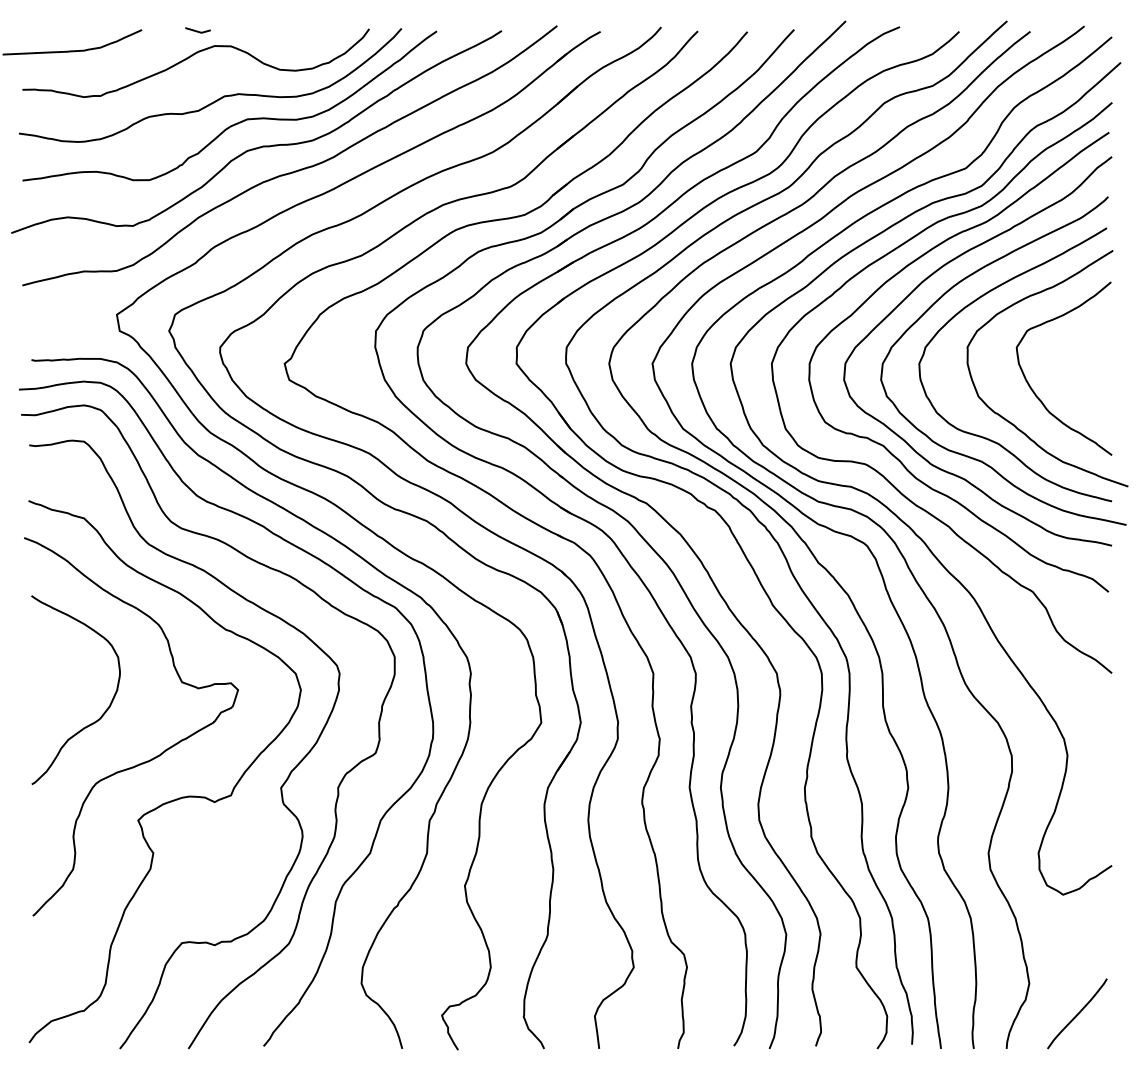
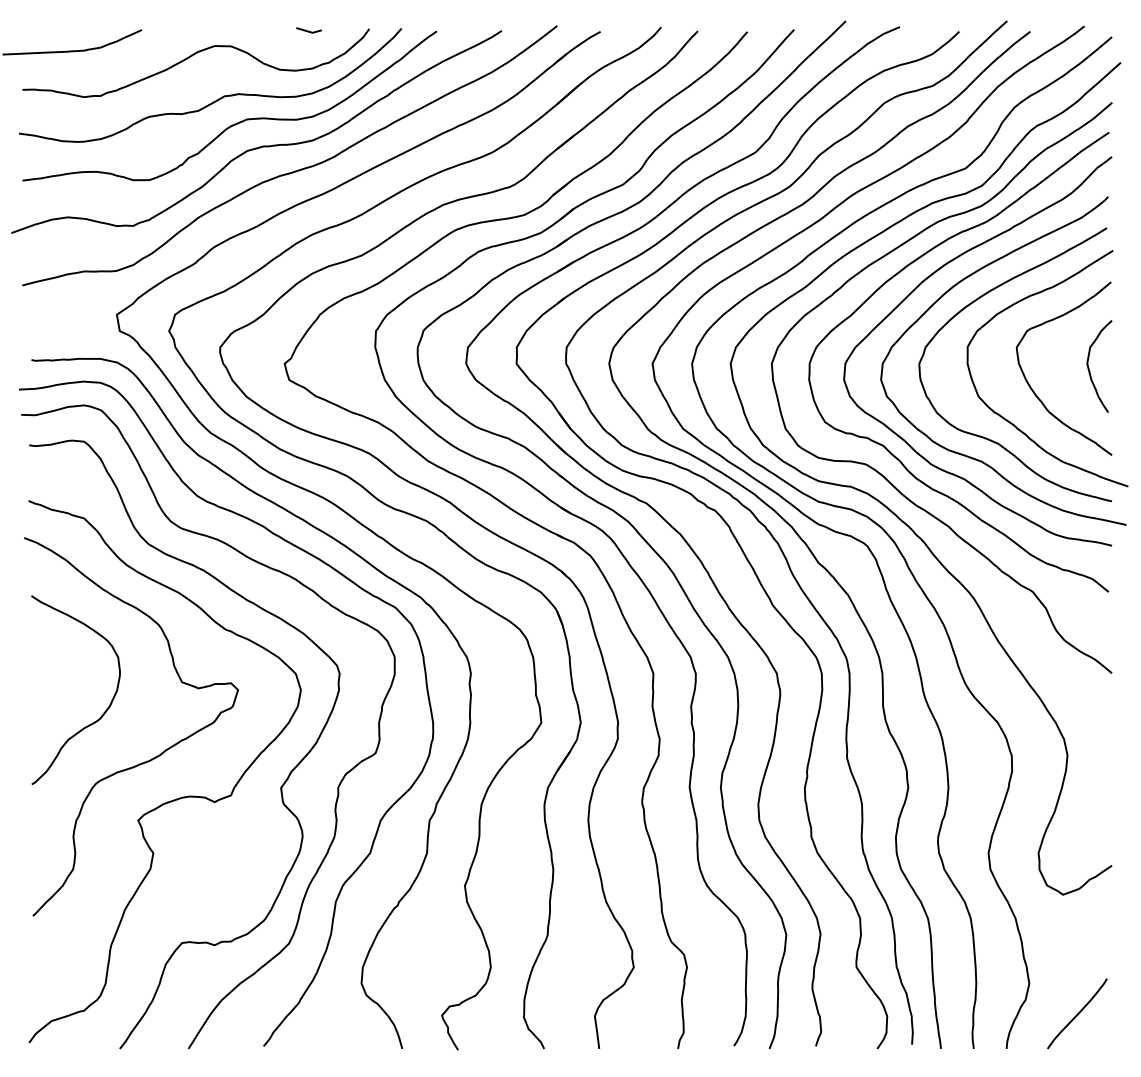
line at (197, 30) position: (197, 30) -> (308, 30)
curve at (1089, 367): none -> present
